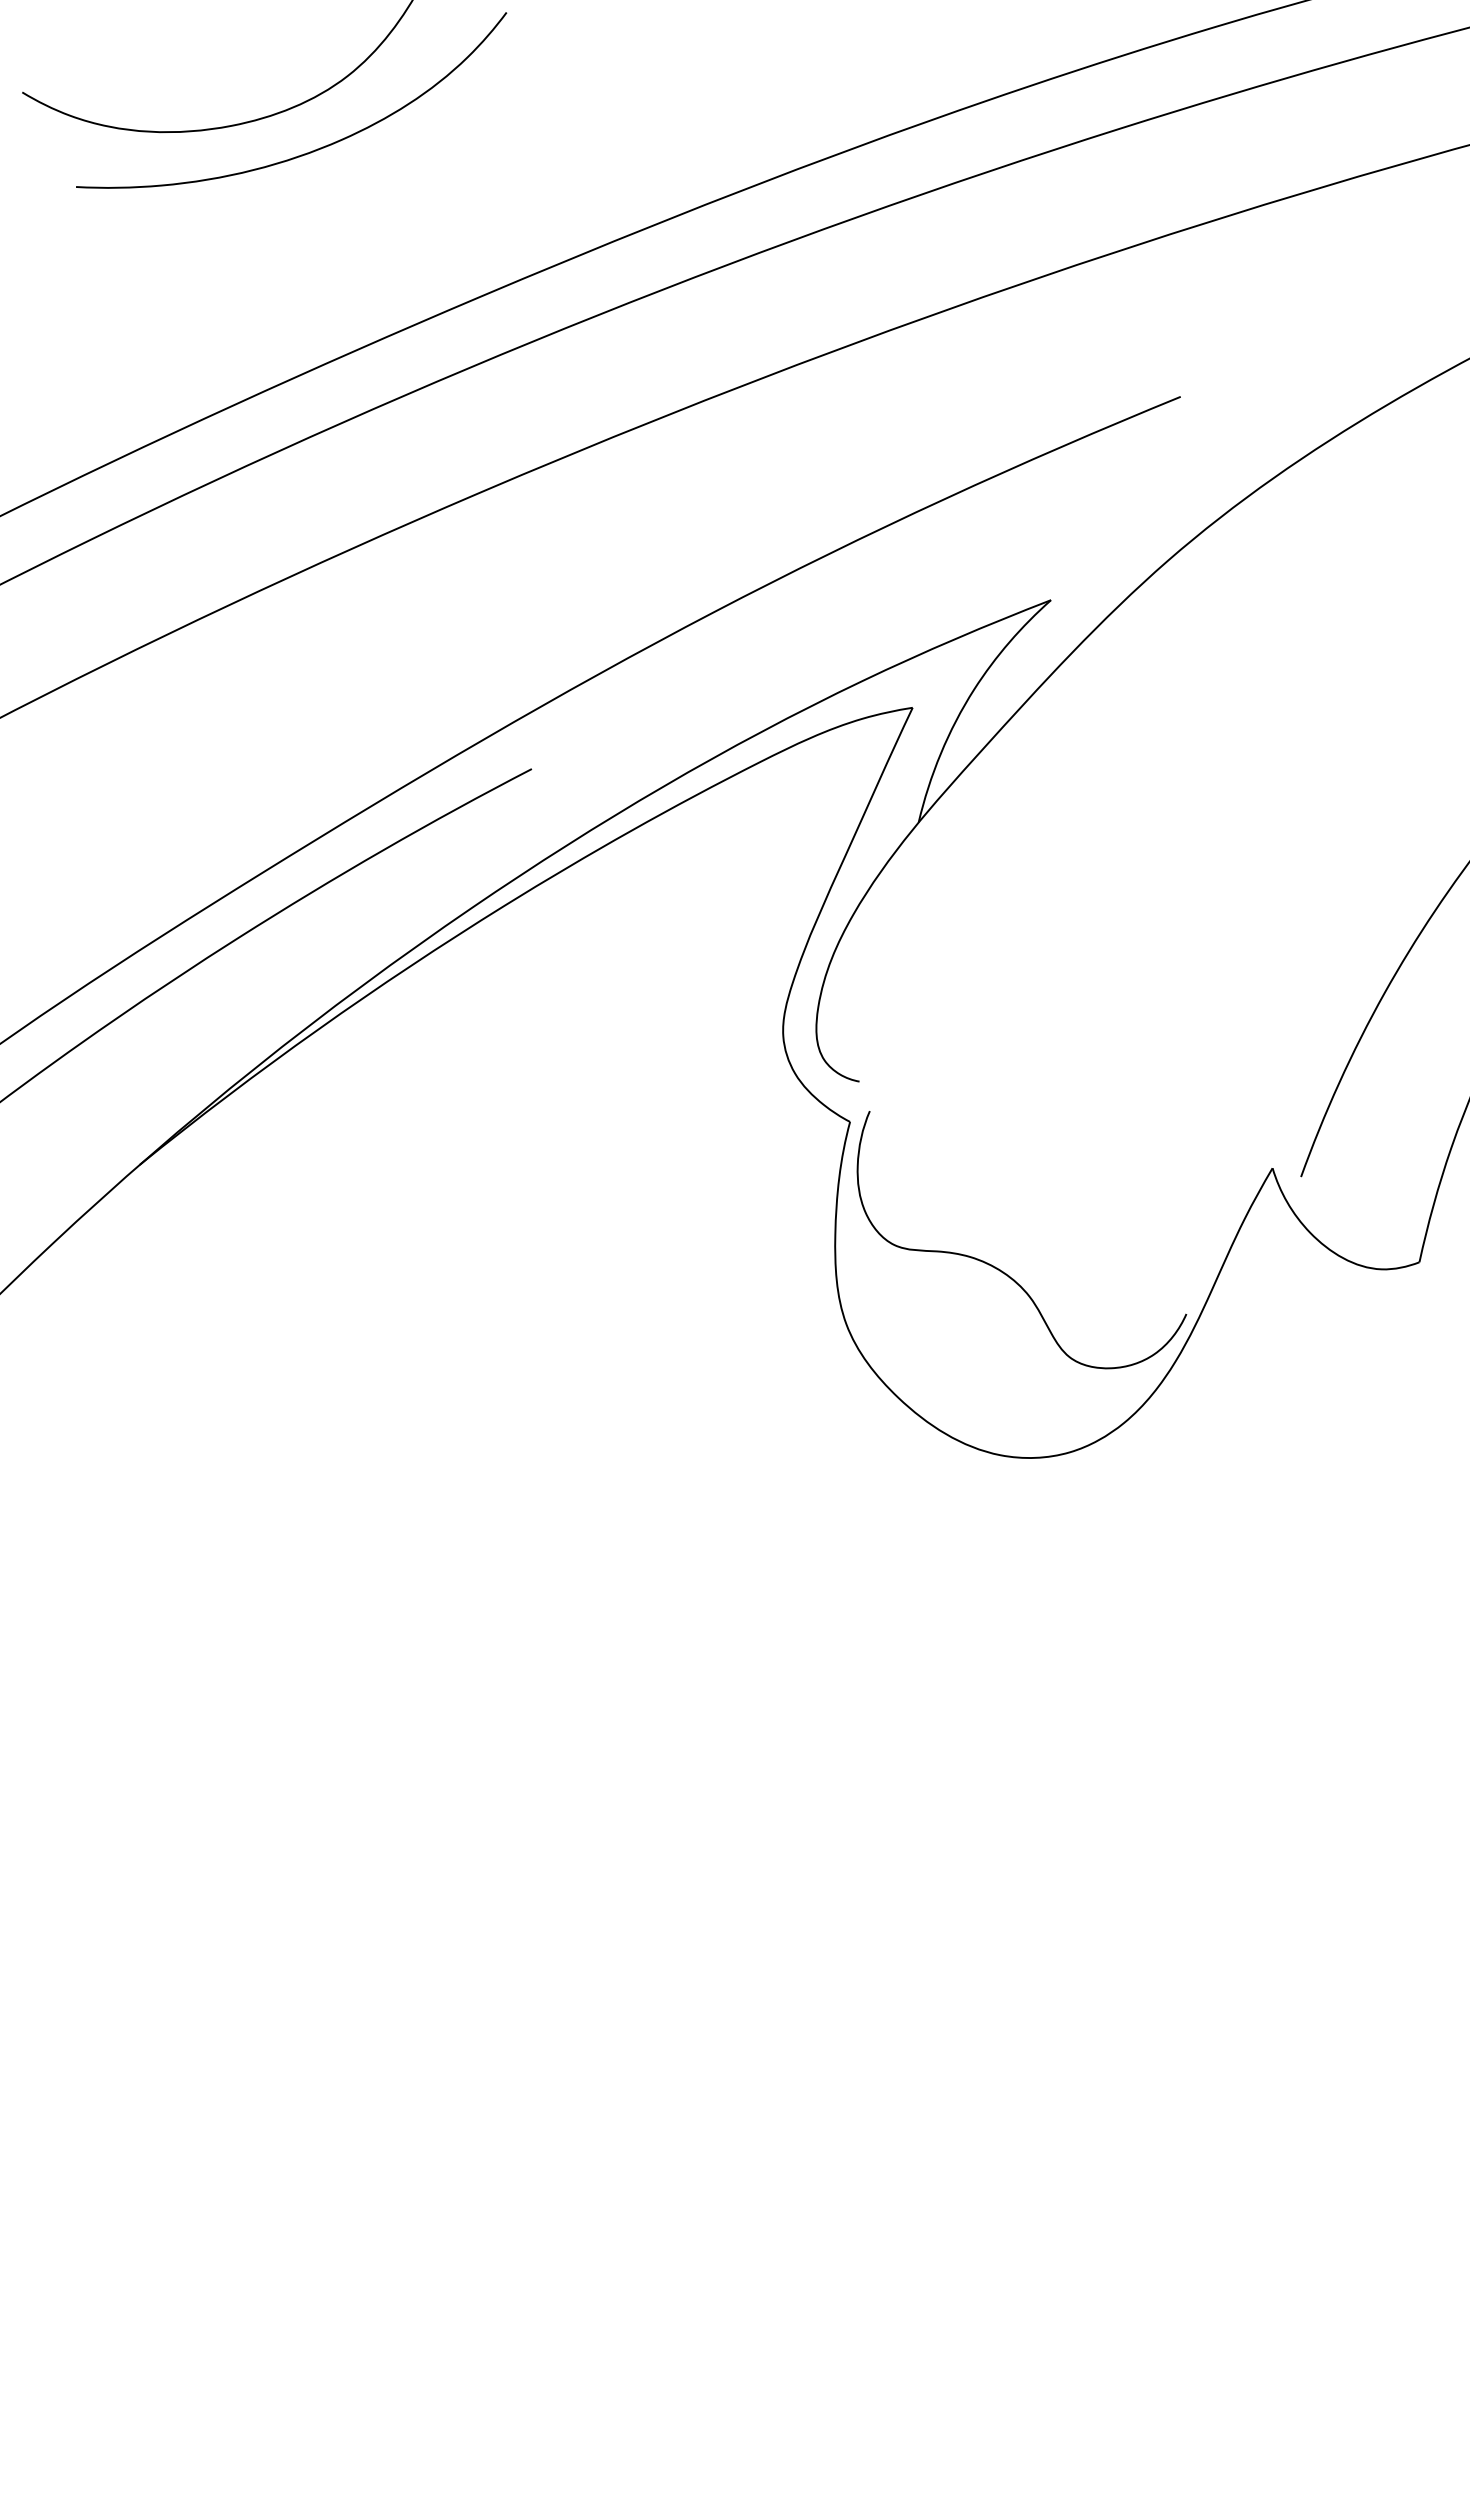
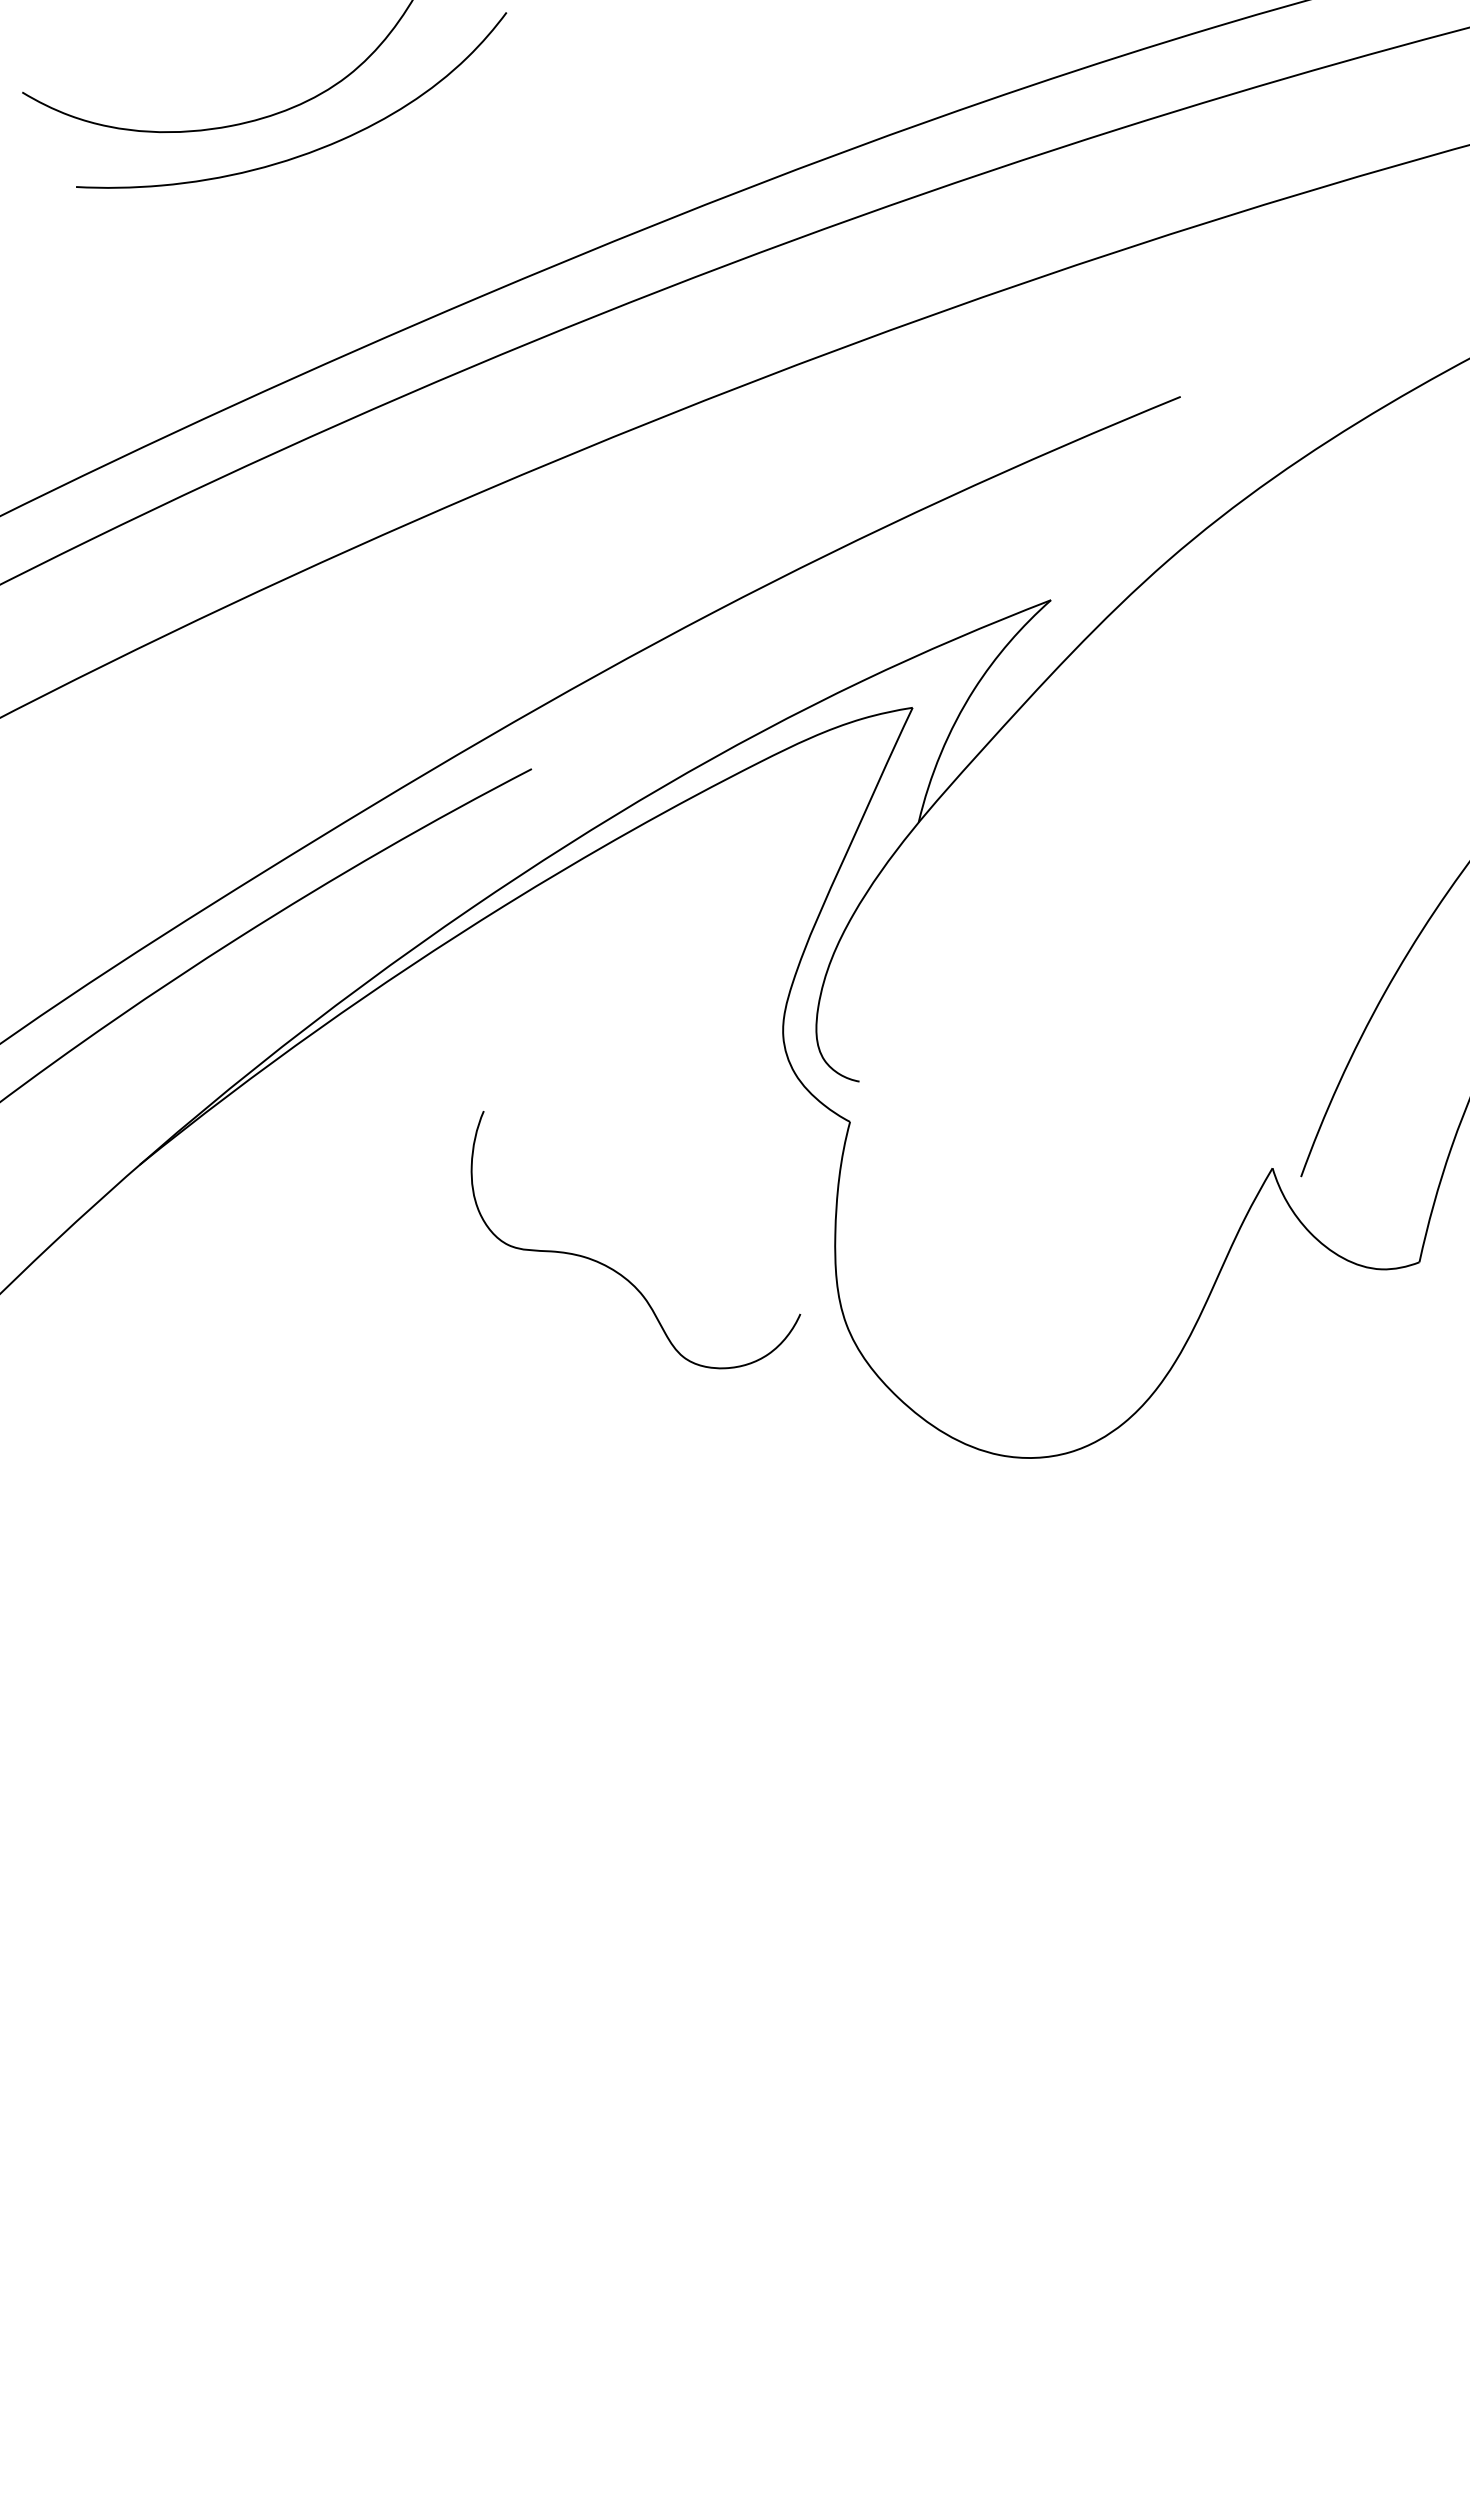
curve at (1002, 1270) position: (1002, 1270) -> (616, 1270)
